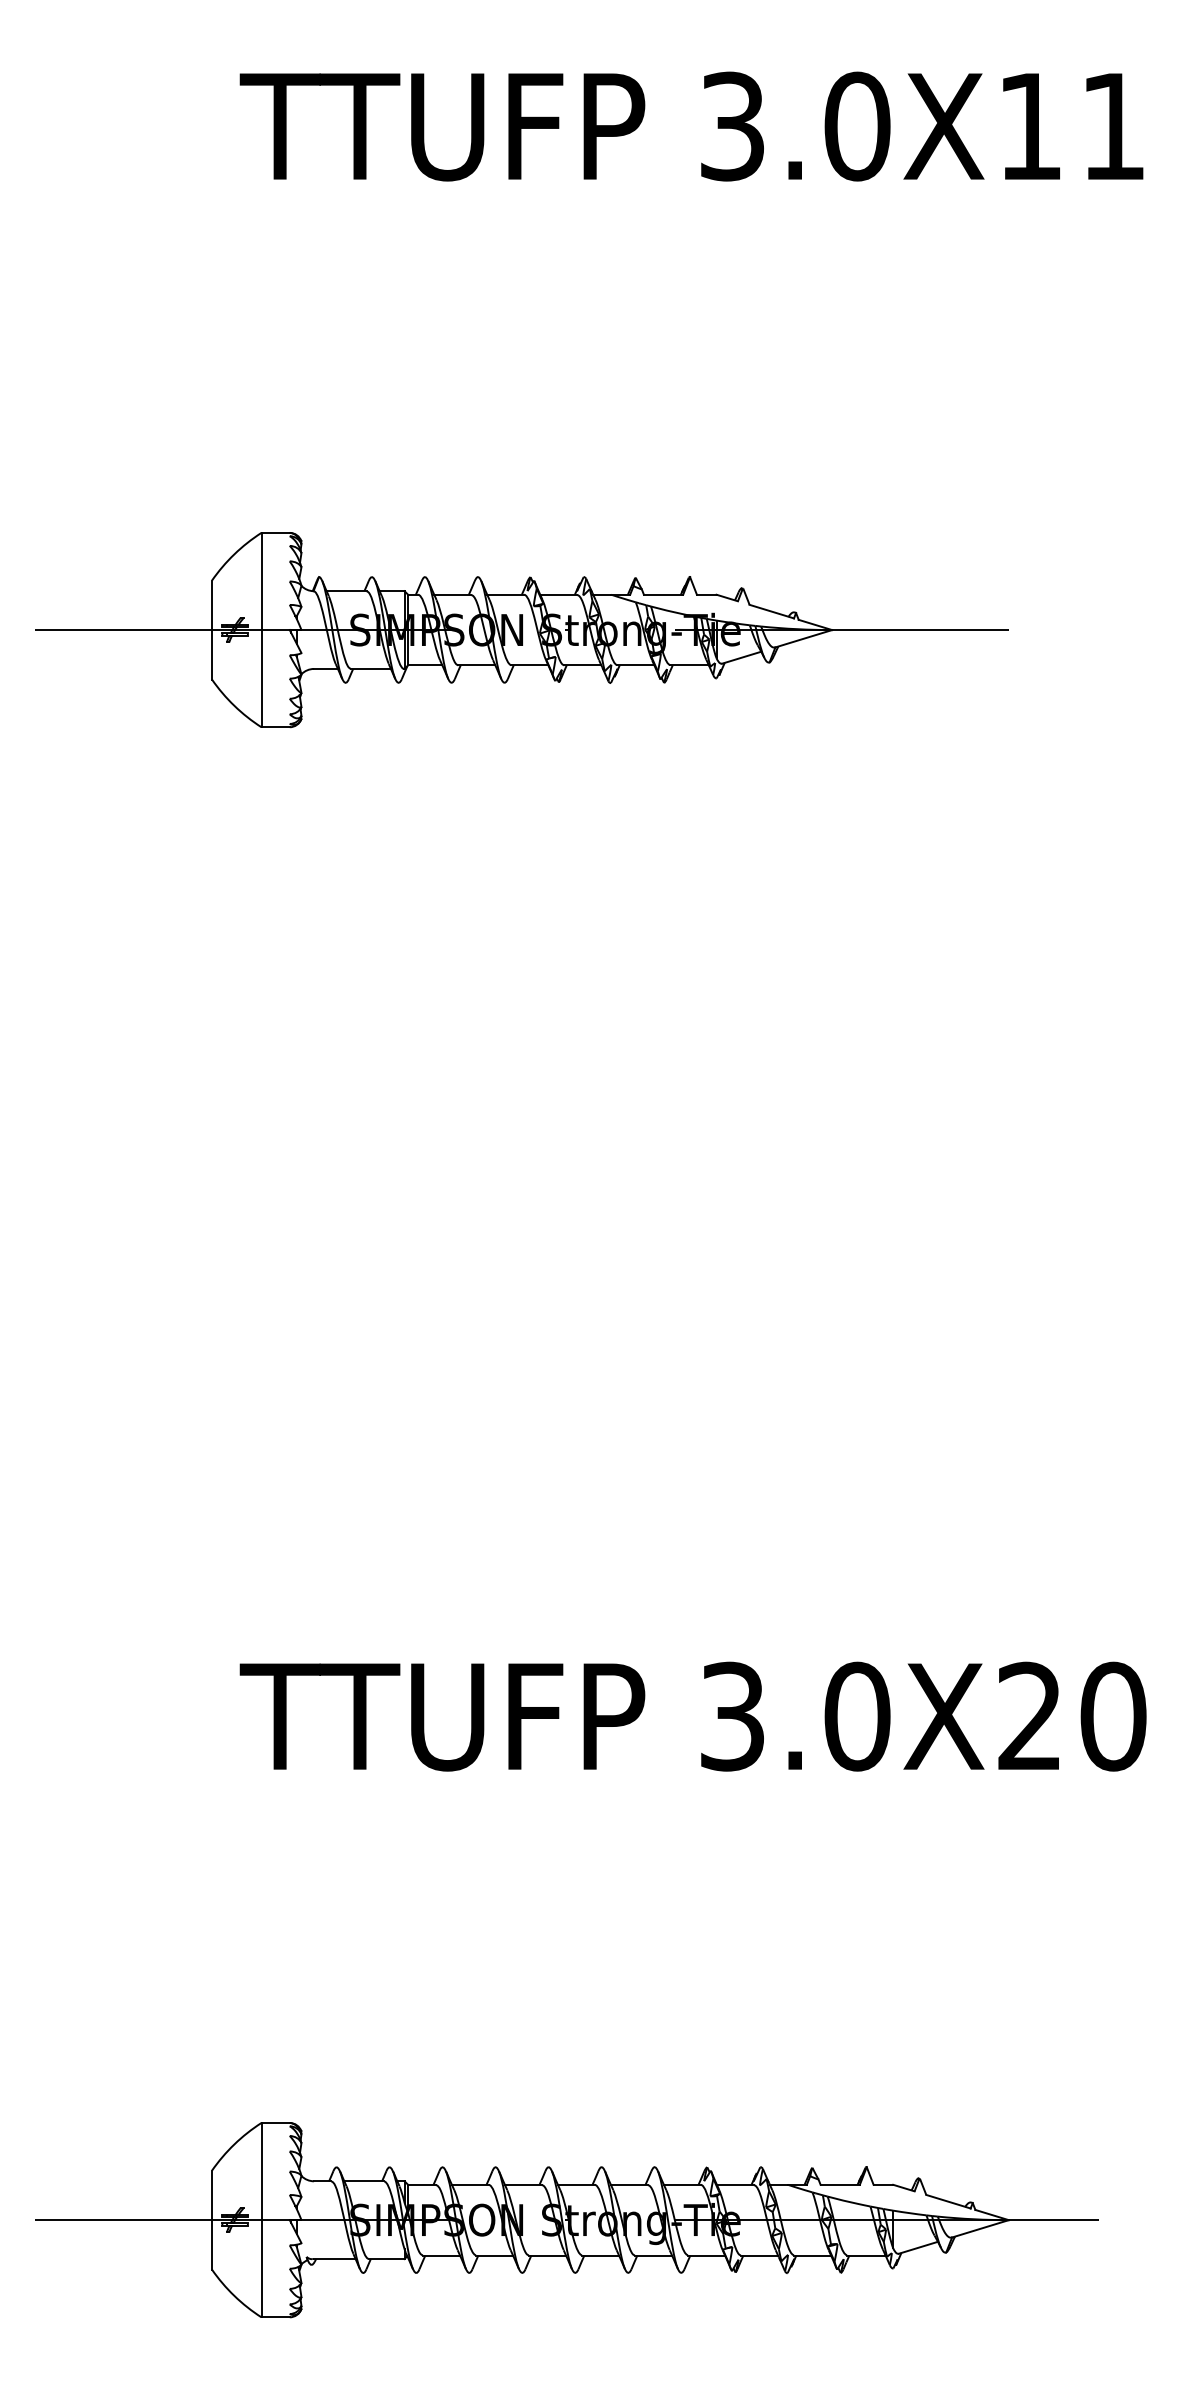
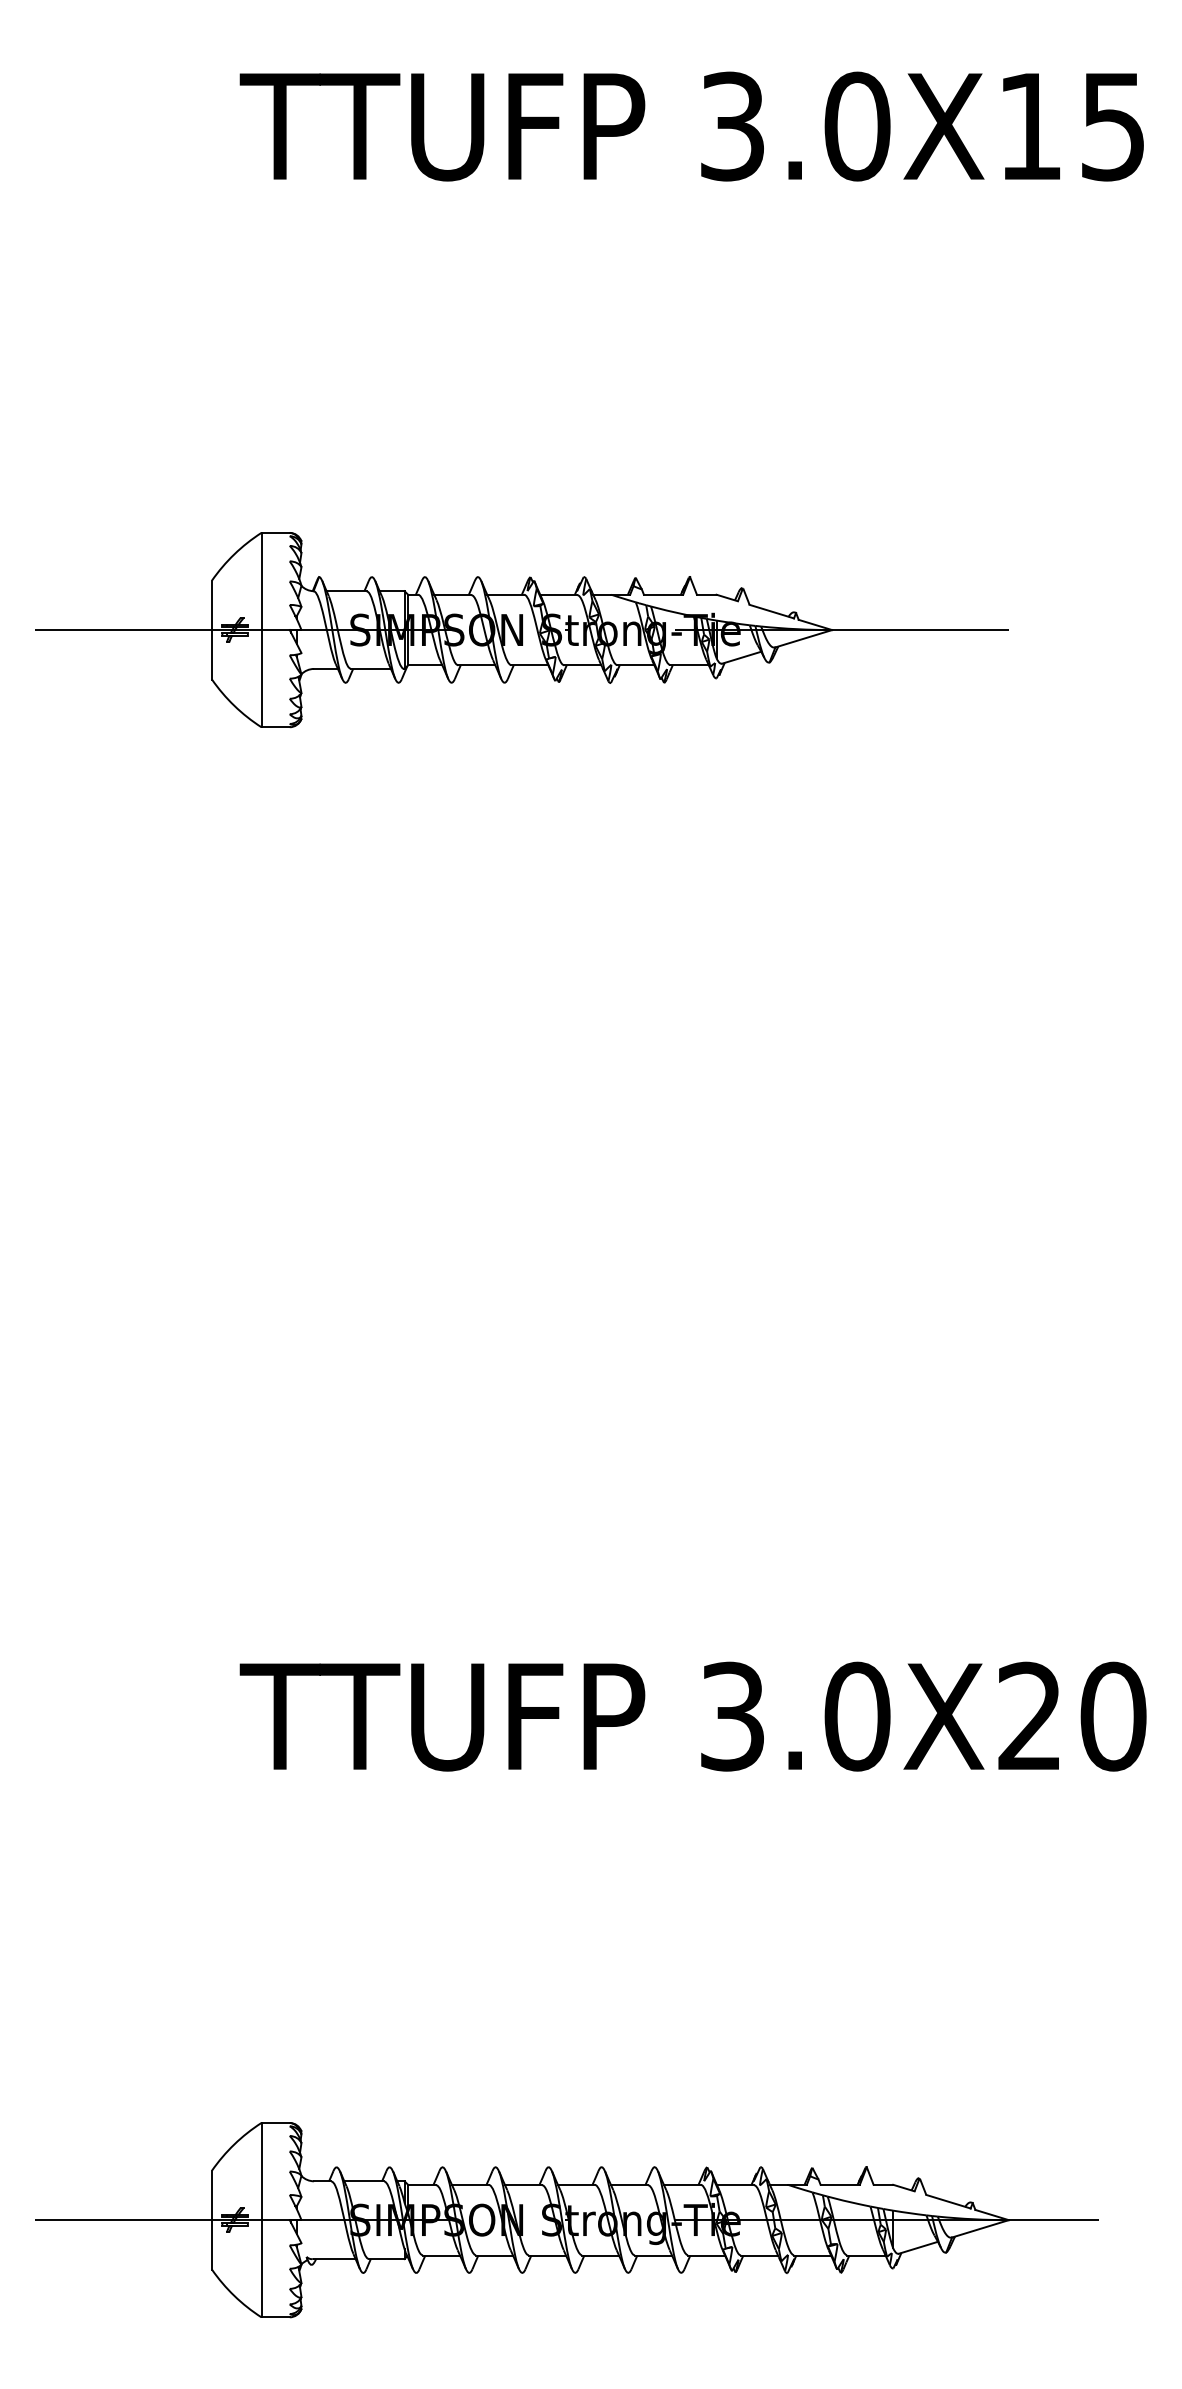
text at (1112, 127): 3.0X11 -> 3.0X15
